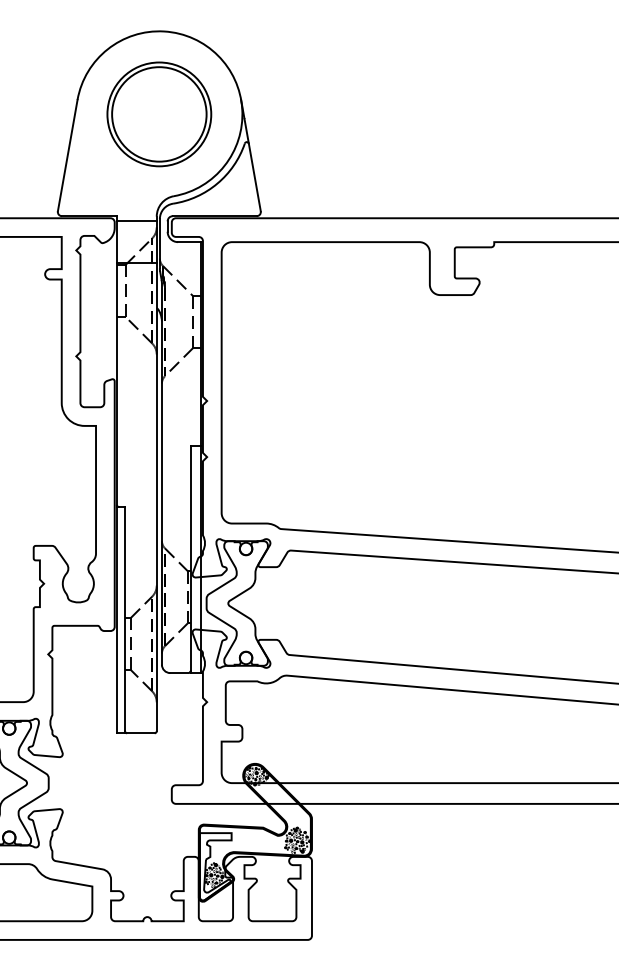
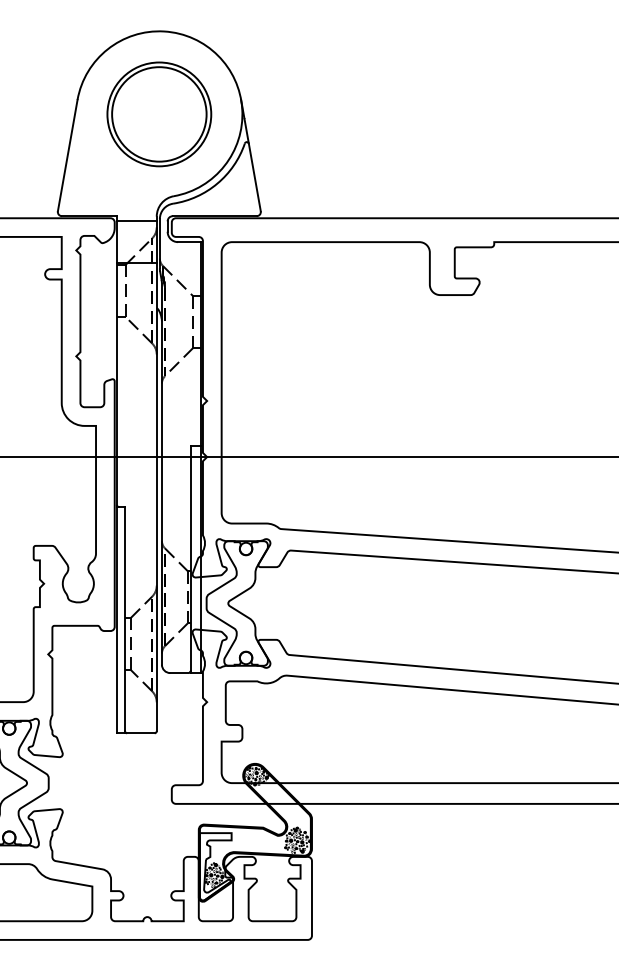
line at (308, 457): none -> present
